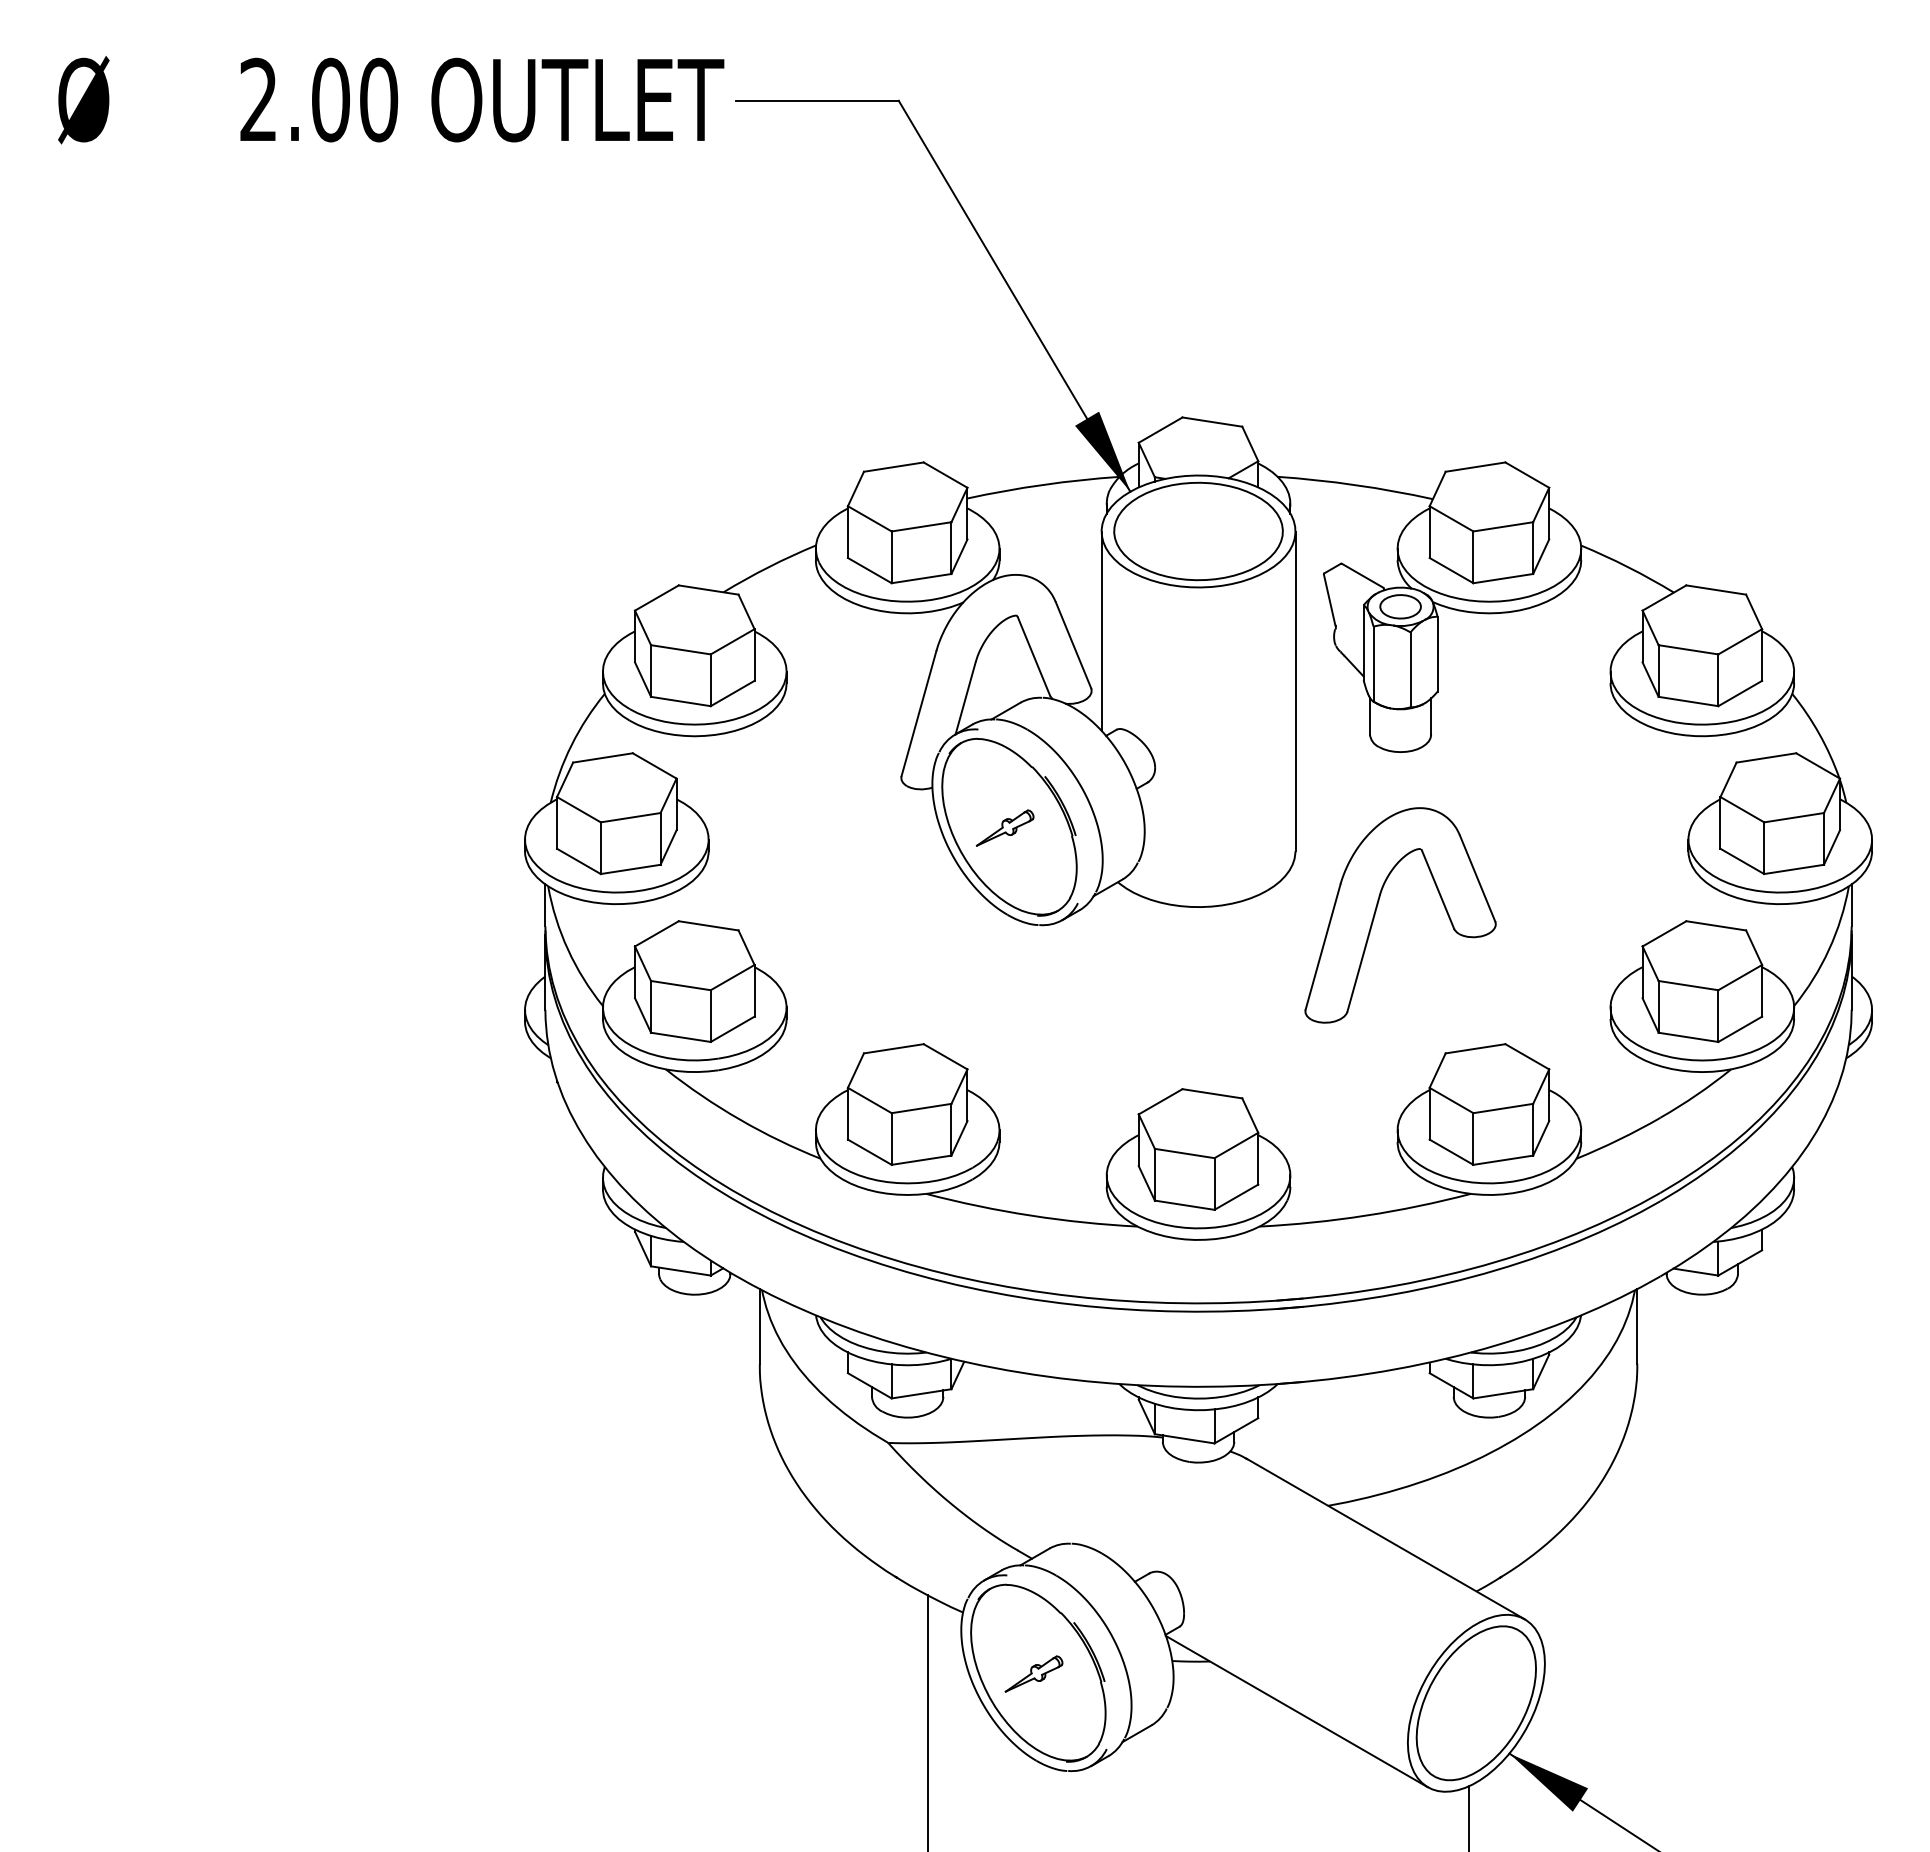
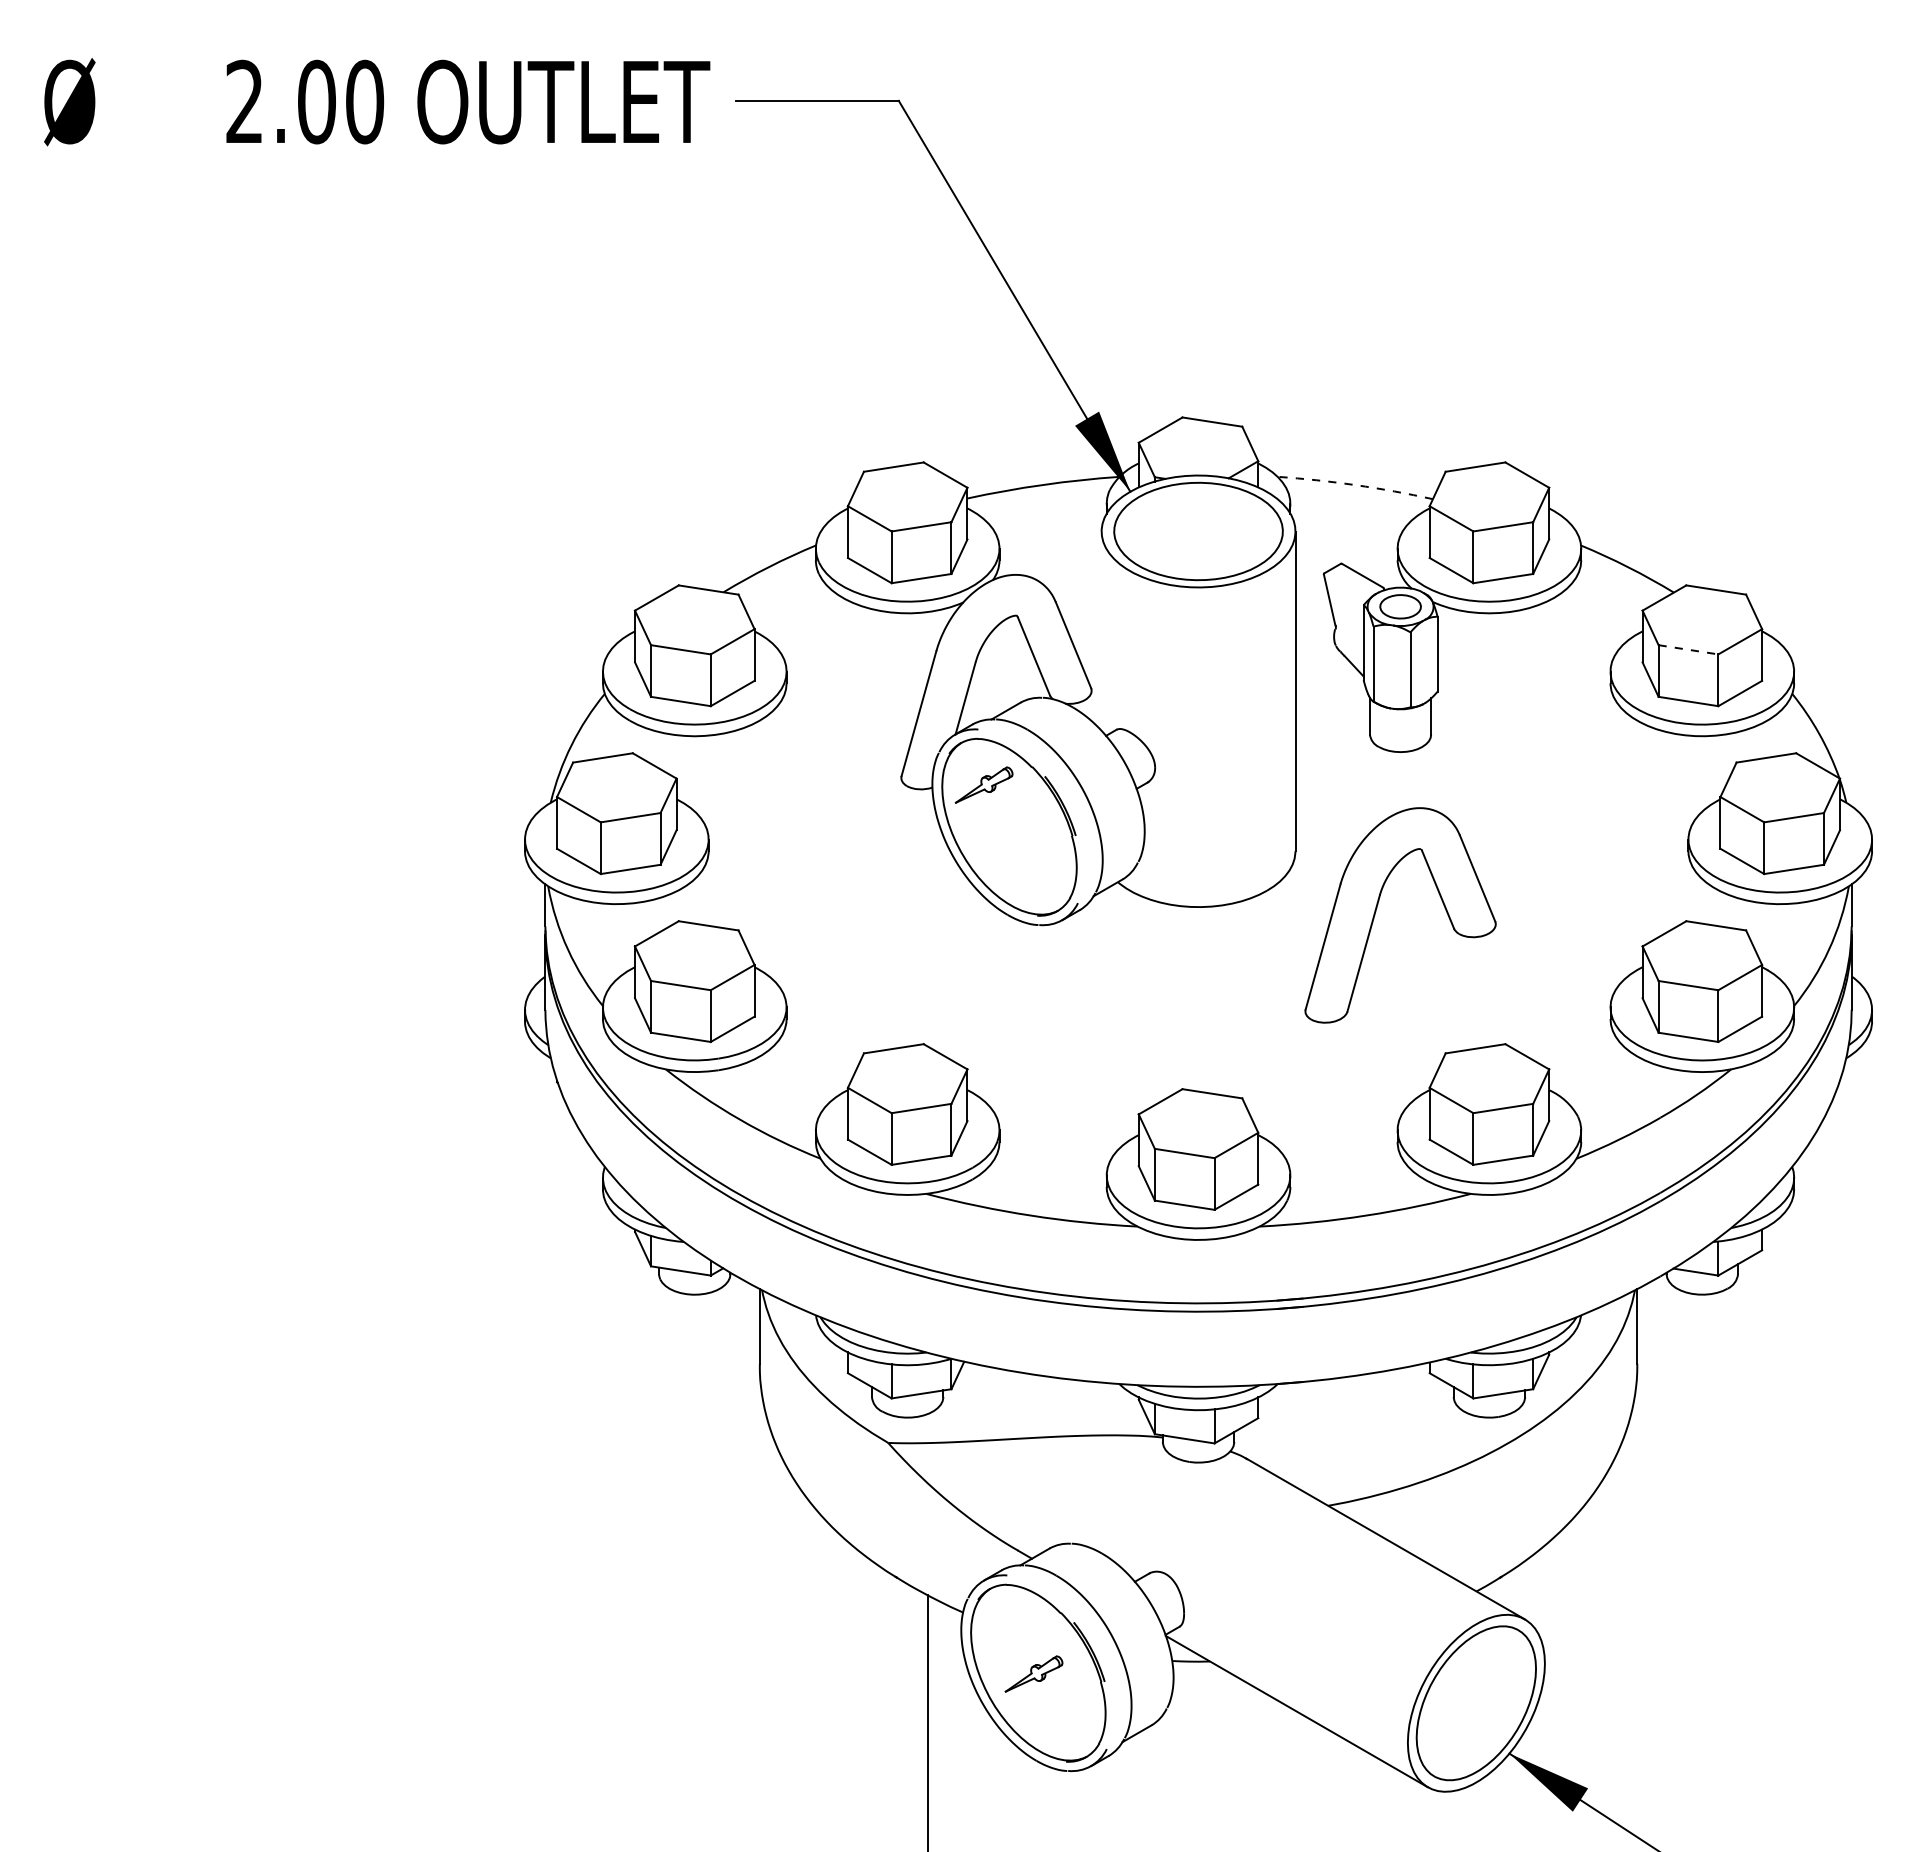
text at (391, 100) position: (391, 100) -> (377, 102)
arc at (1355, 485): solid -> dashed
line at (1101, 630): present -> none
line at (1688, 649): solid -> dashed
part at (1004, 827) position: (1004, 827) -> (983, 784)
line at (1469, 1817): present -> none
